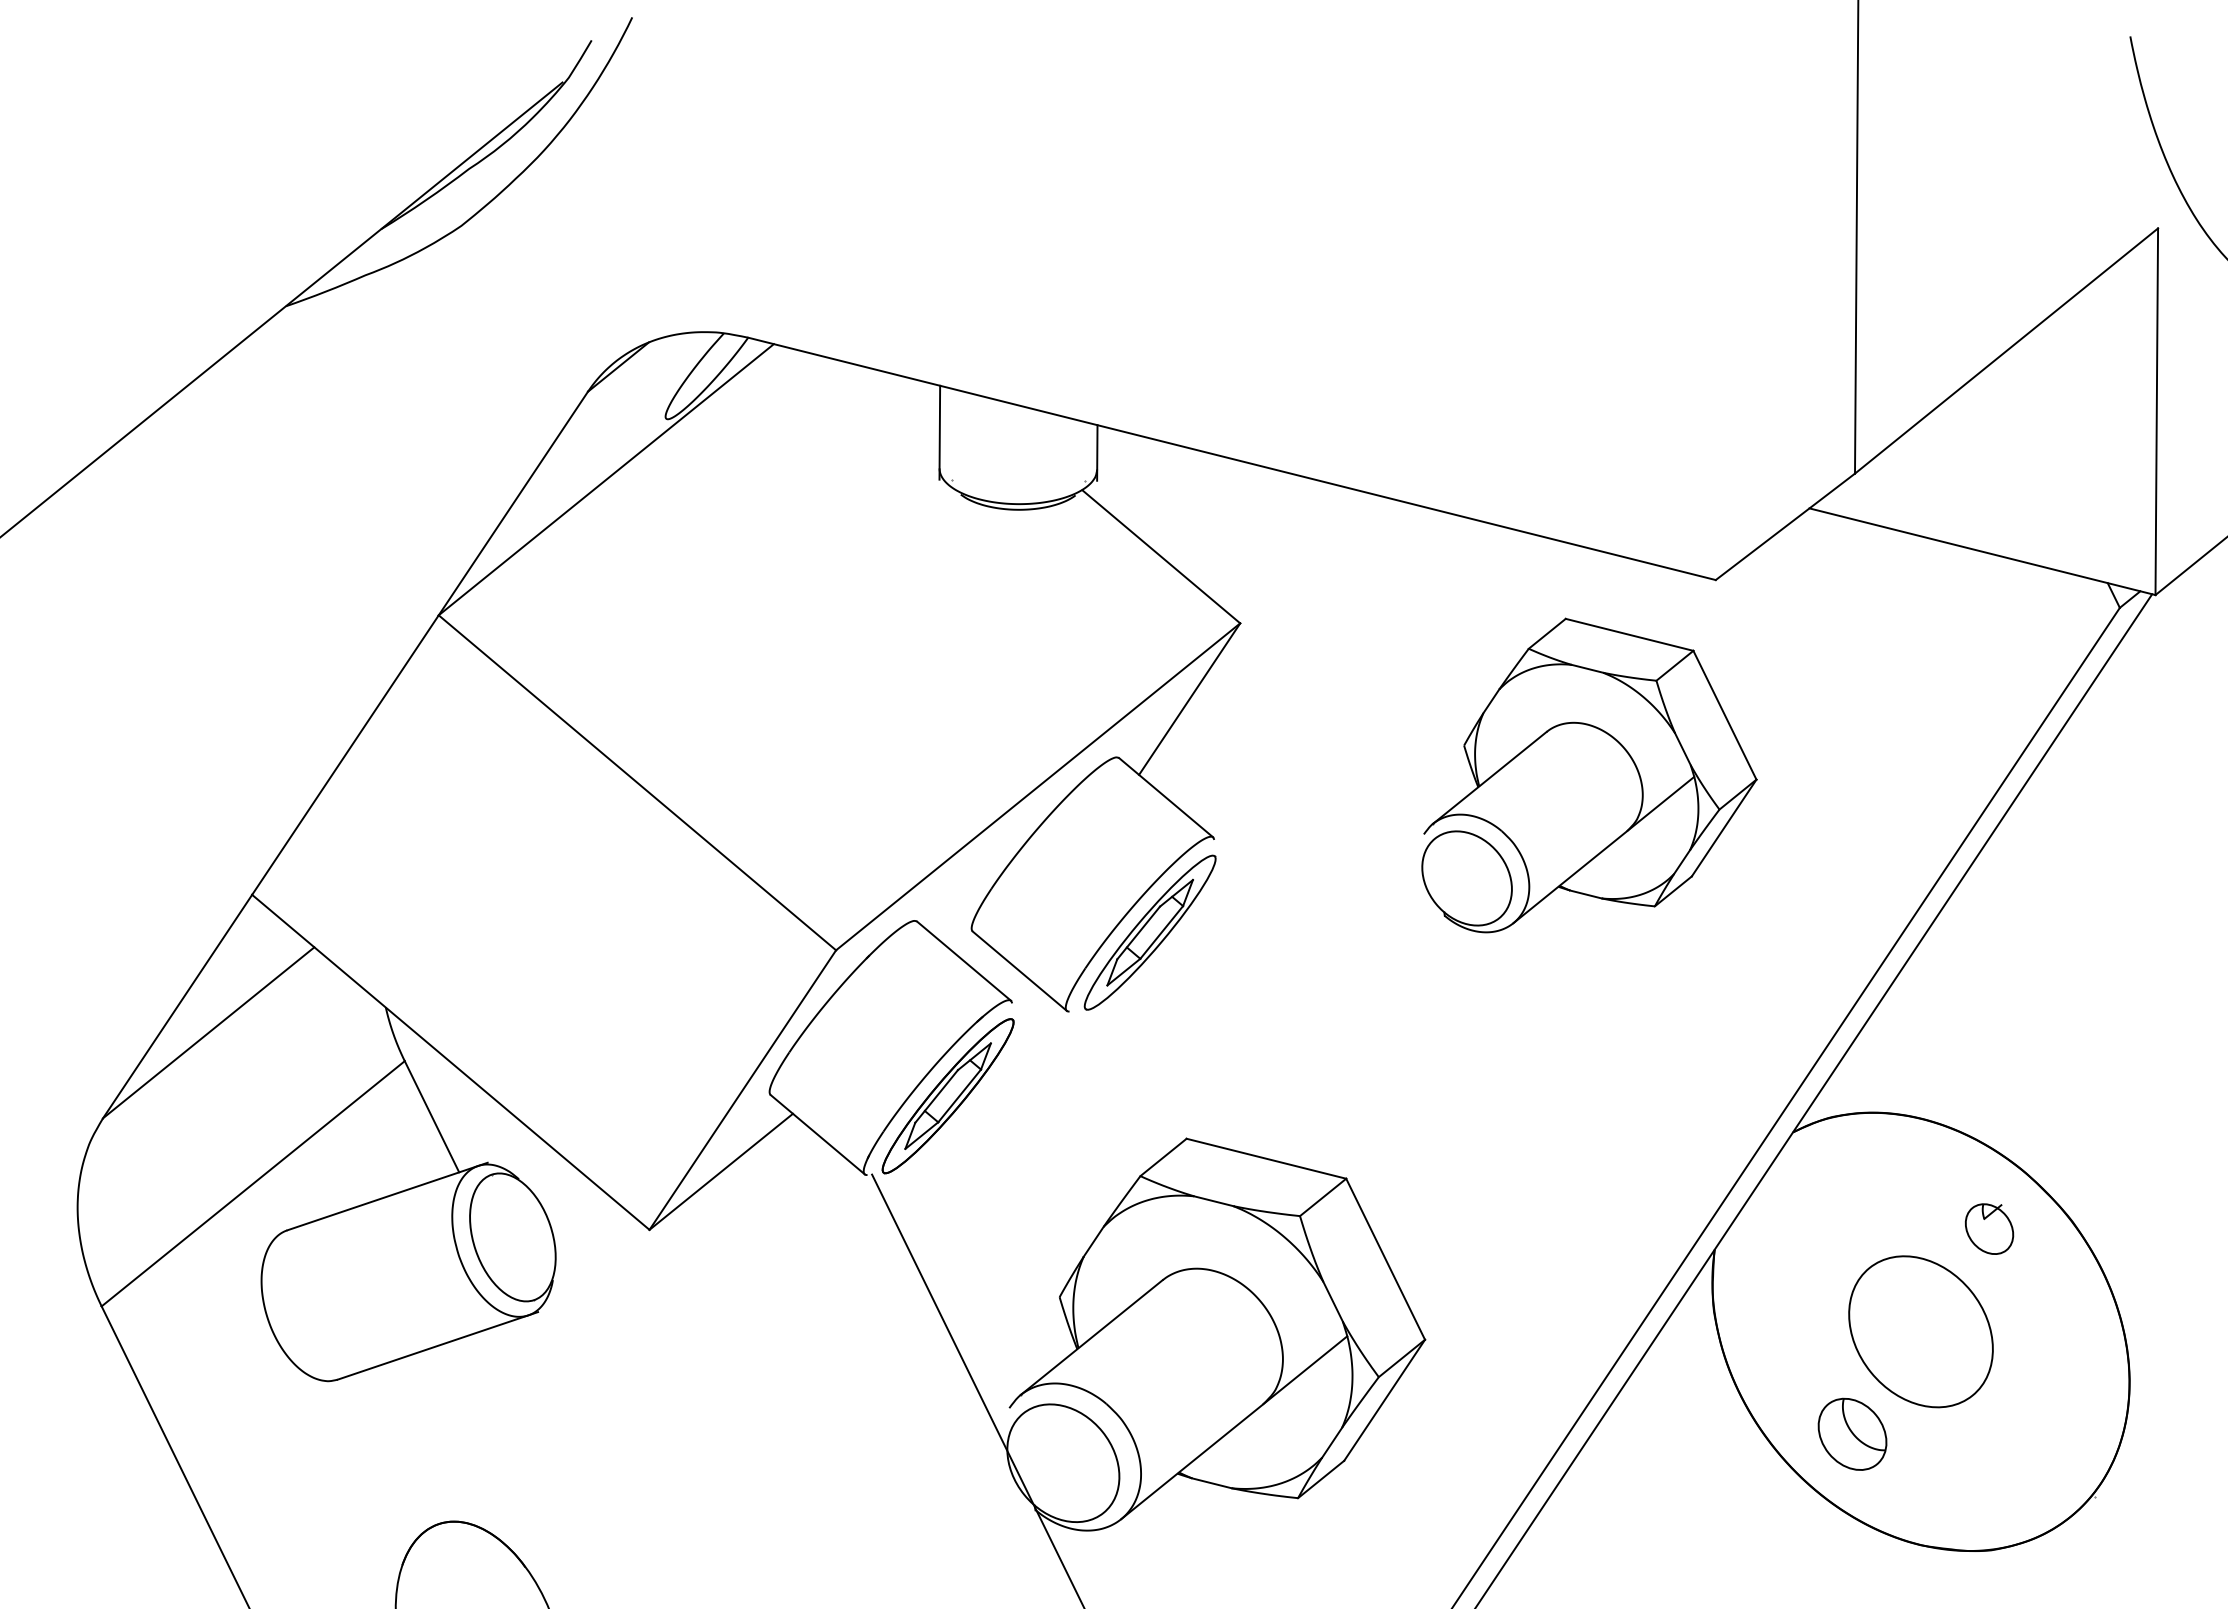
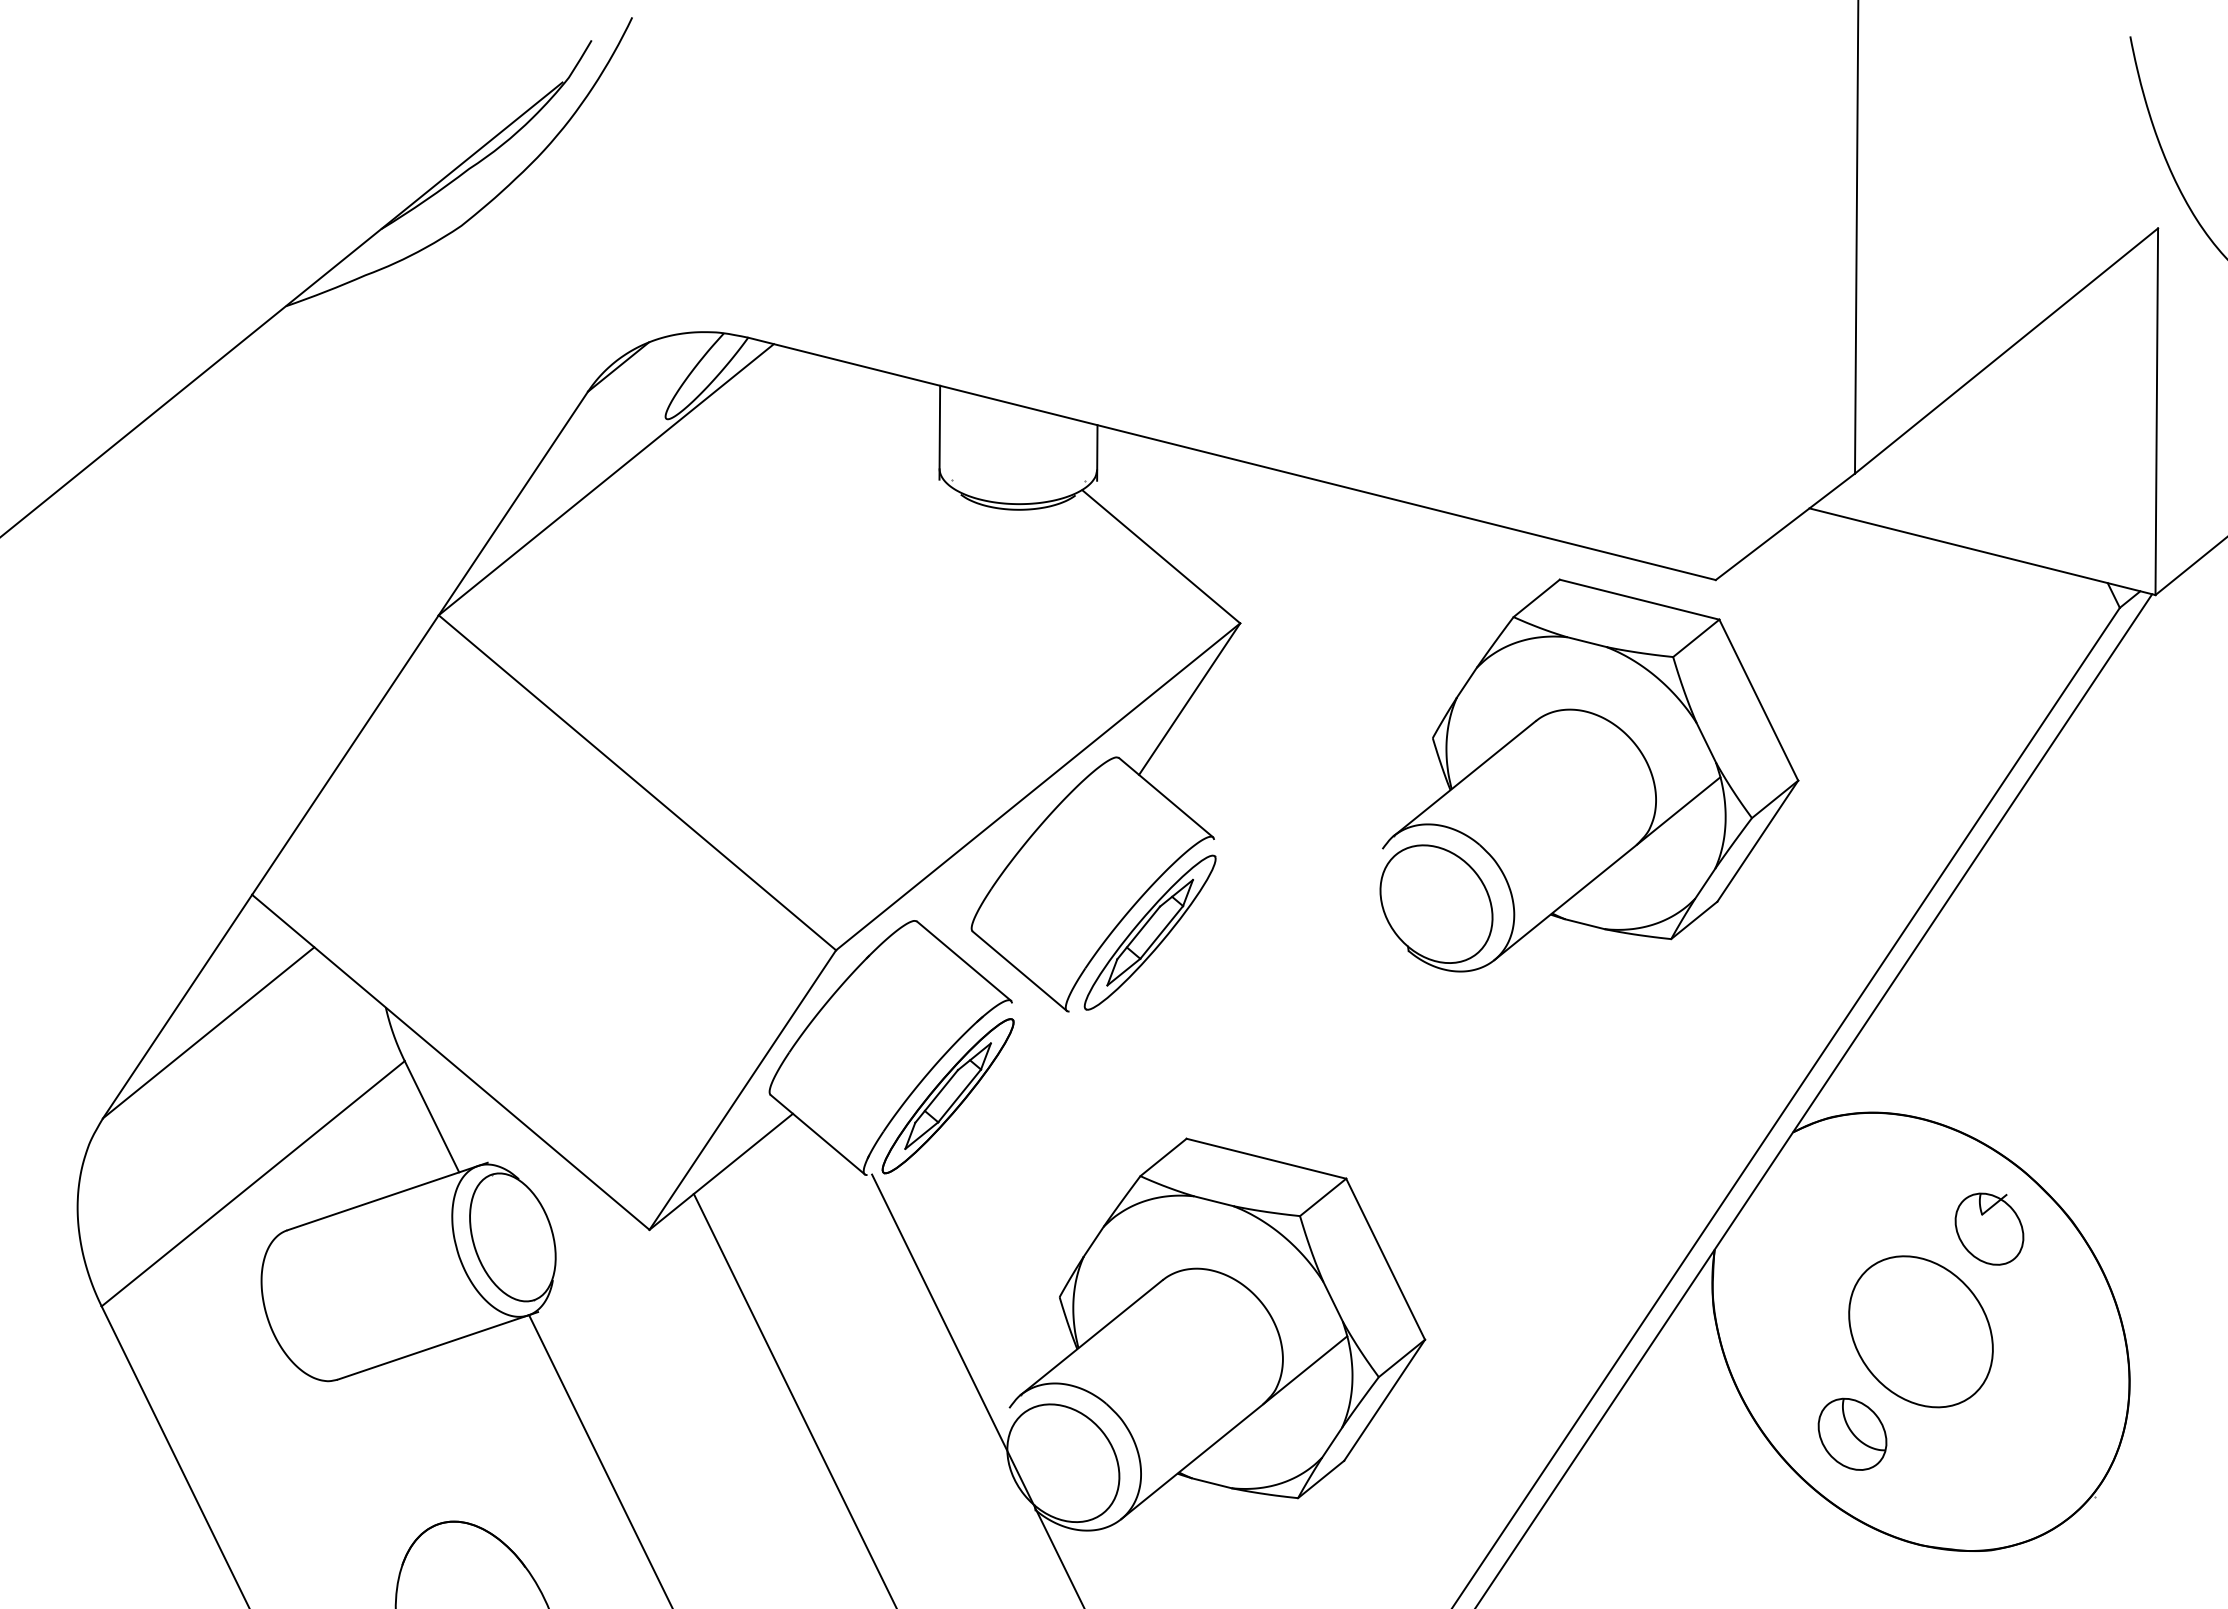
part at (1589, 775) size: 337x317 px -> 421x395 px
part at (1989, 1228) size: 51x52 px -> 71x74 px
line at (794, 1399): none -> present
line at (600, 1460): none -> present
